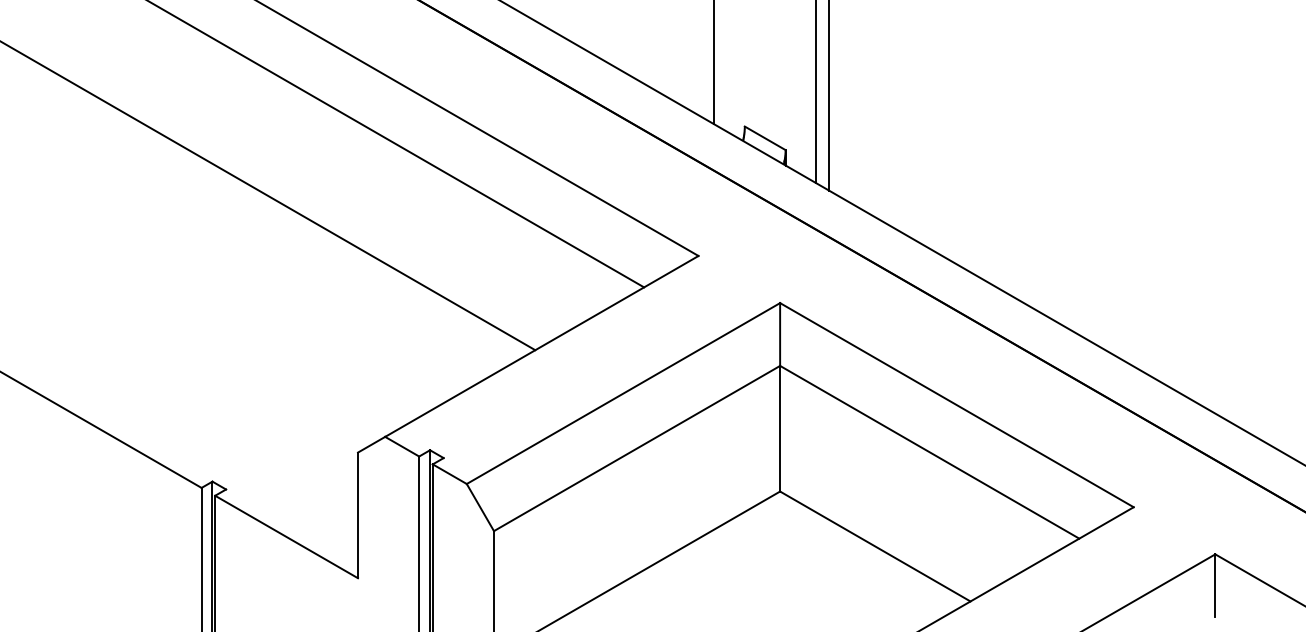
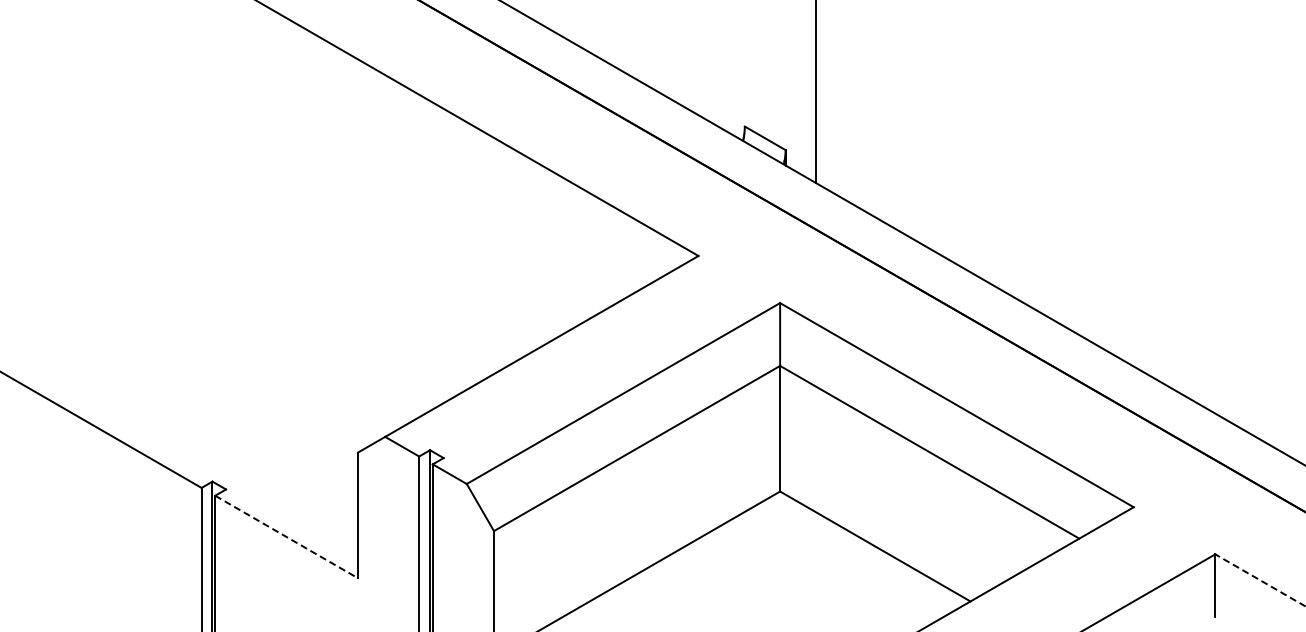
line at (714, 63): present -> none
line at (829, 96): present -> none
line at (397, 144): present -> none
line at (268, 196): present -> none
line at (287, 537): solid -> dashed
line at (1260, 580): solid -> dashed
